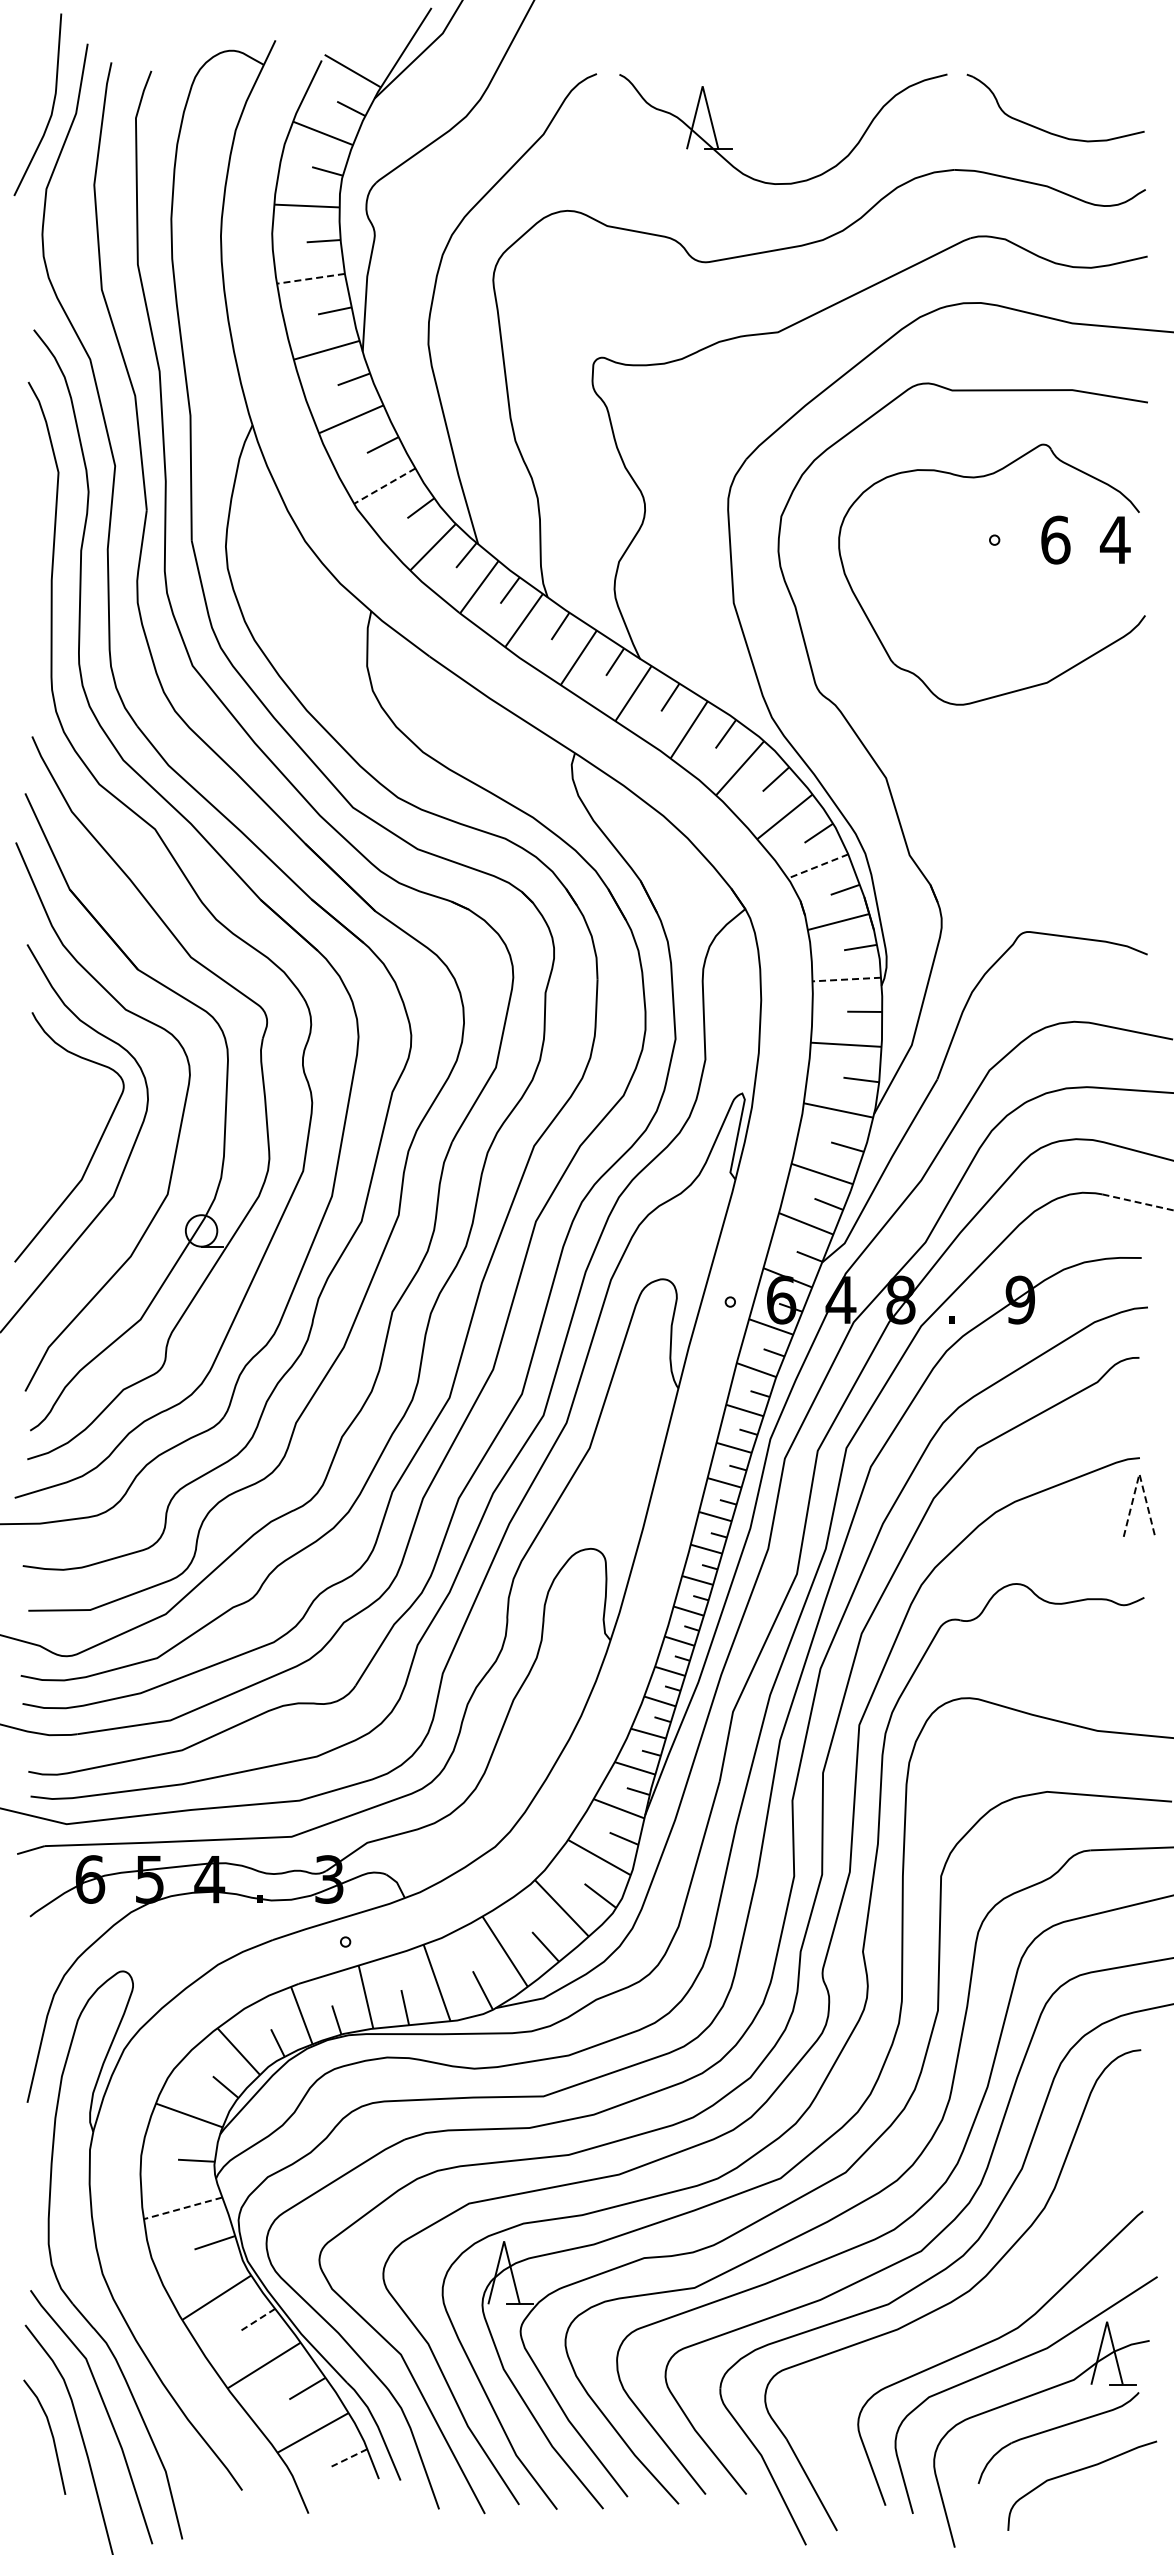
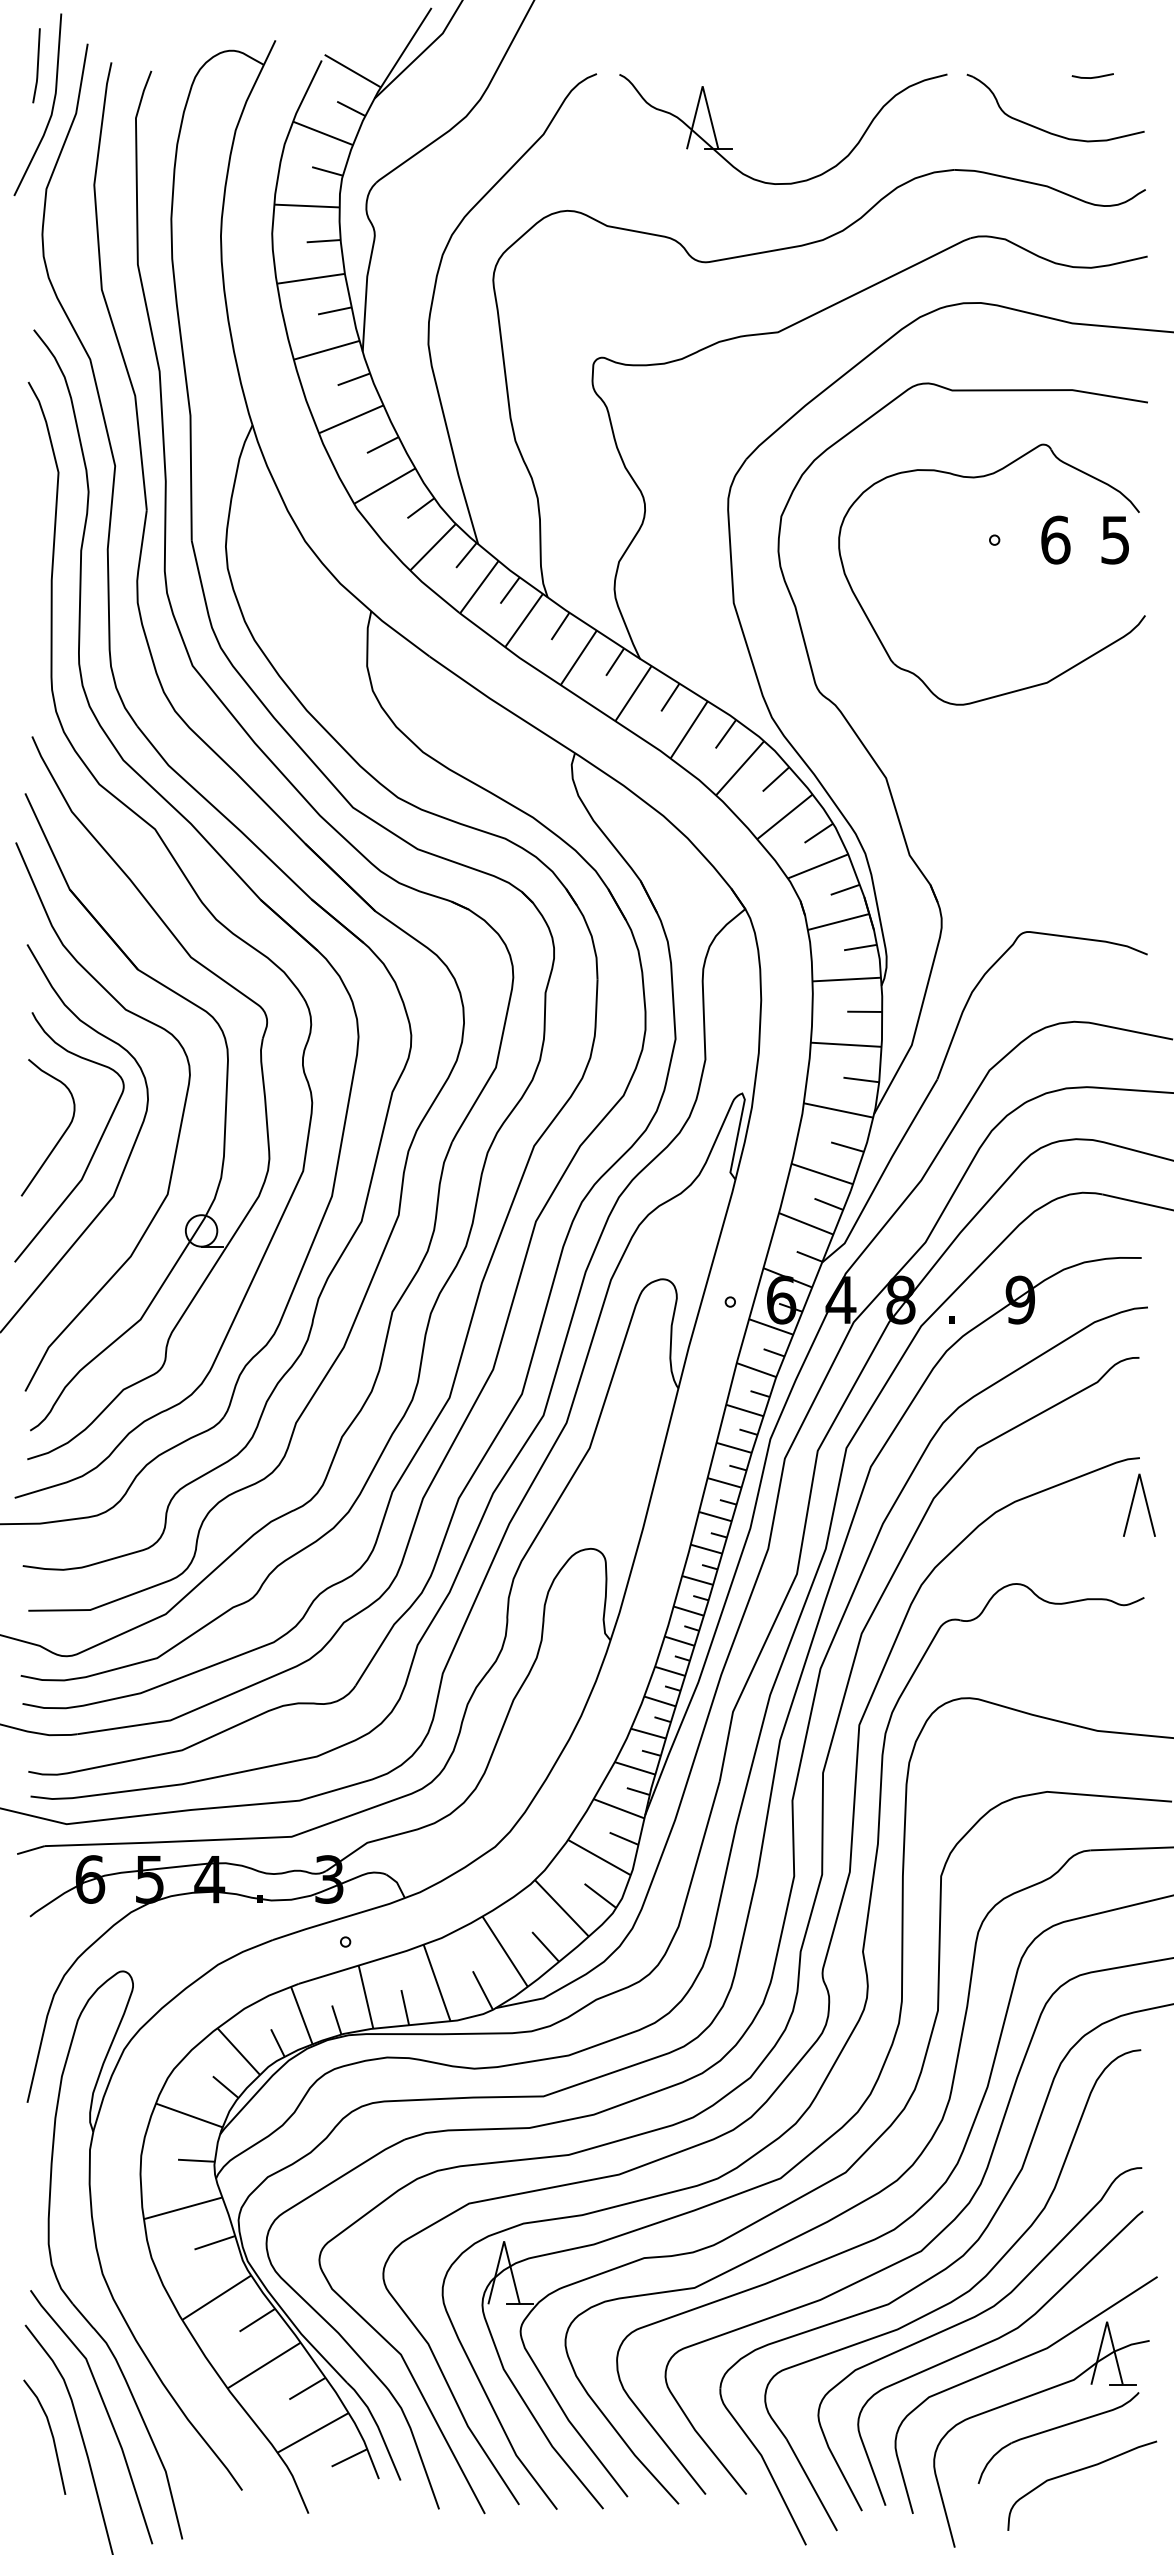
line at (37, 65): none -> present
line at (1093, 76): none -> present
line at (310, 278): dashed -> solid
line at (384, 486): dashed -> solid
text at (1114, 540): 4 -> 5
line at (818, 866): dashed -> solid
line at (846, 979): dashed -> solid
curve at (61, 1135): none -> present
line at (1138, 1202): dashed -> solid
line at (1139, 1473): dashed -> solid
line at (183, 2208): dashed -> solid
line at (257, 2320): dashed -> solid
curve at (969, 2320): none -> present
line at (349, 2457): dashed -> solid
